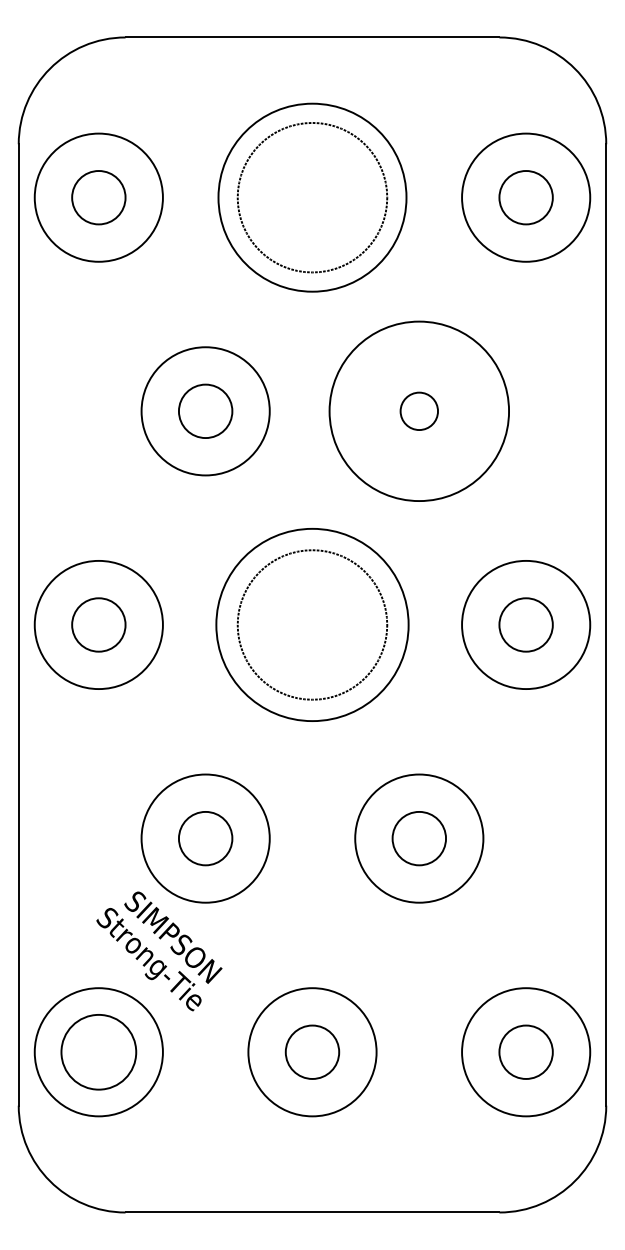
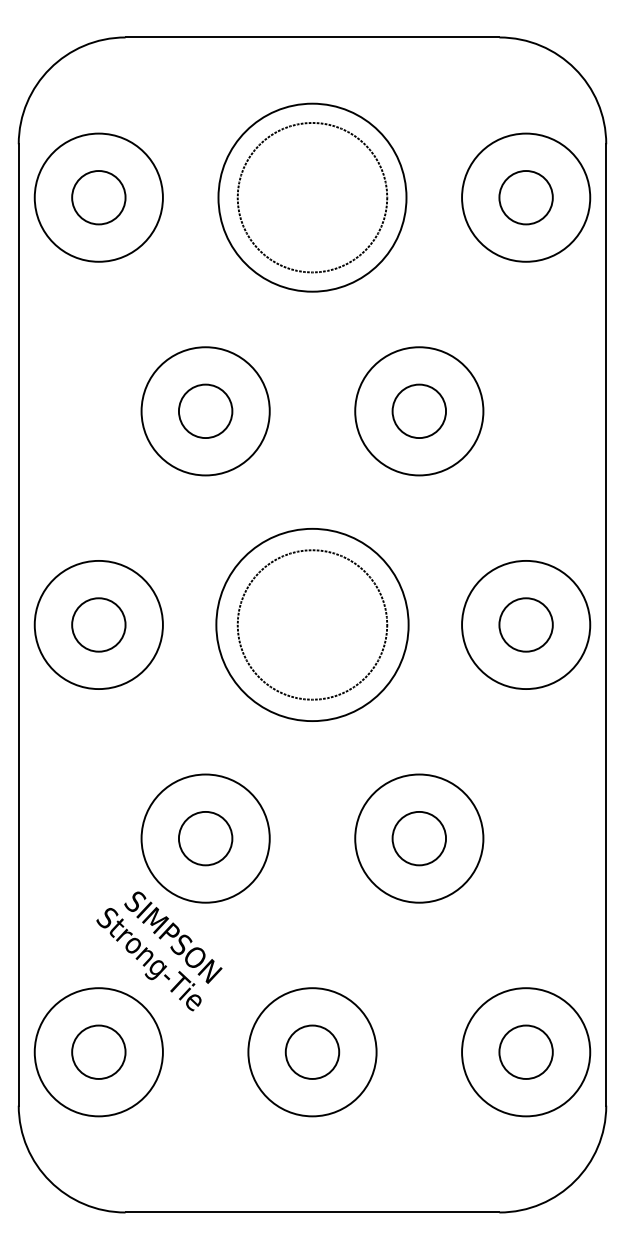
circle at (419, 411) diameter: 179 px -> 128 px
circle at (419, 411) diameter: 37 px -> 53 px
circle at (98, 1051) diameter: 75 px -> 53 px
